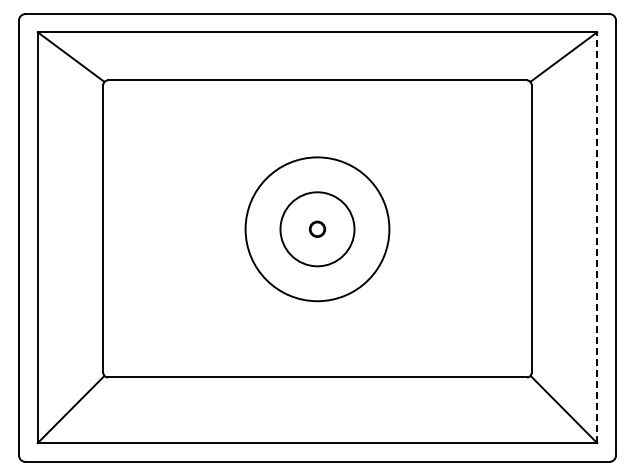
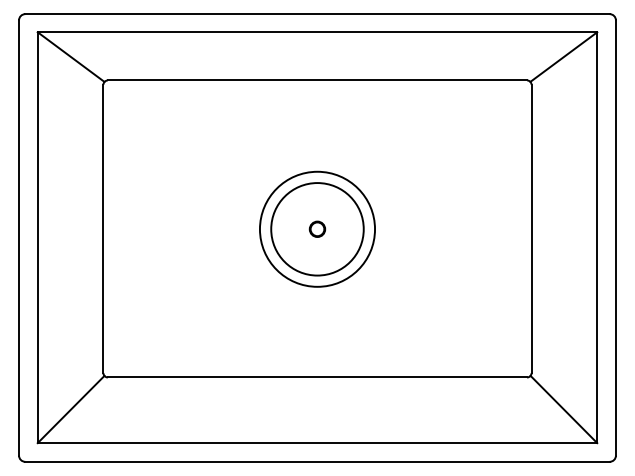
circle at (317, 229) diameter: 144 px -> 115 px
circle at (317, 229) diameter: 74 px -> 93 px
line at (597, 237): dashed -> solid
